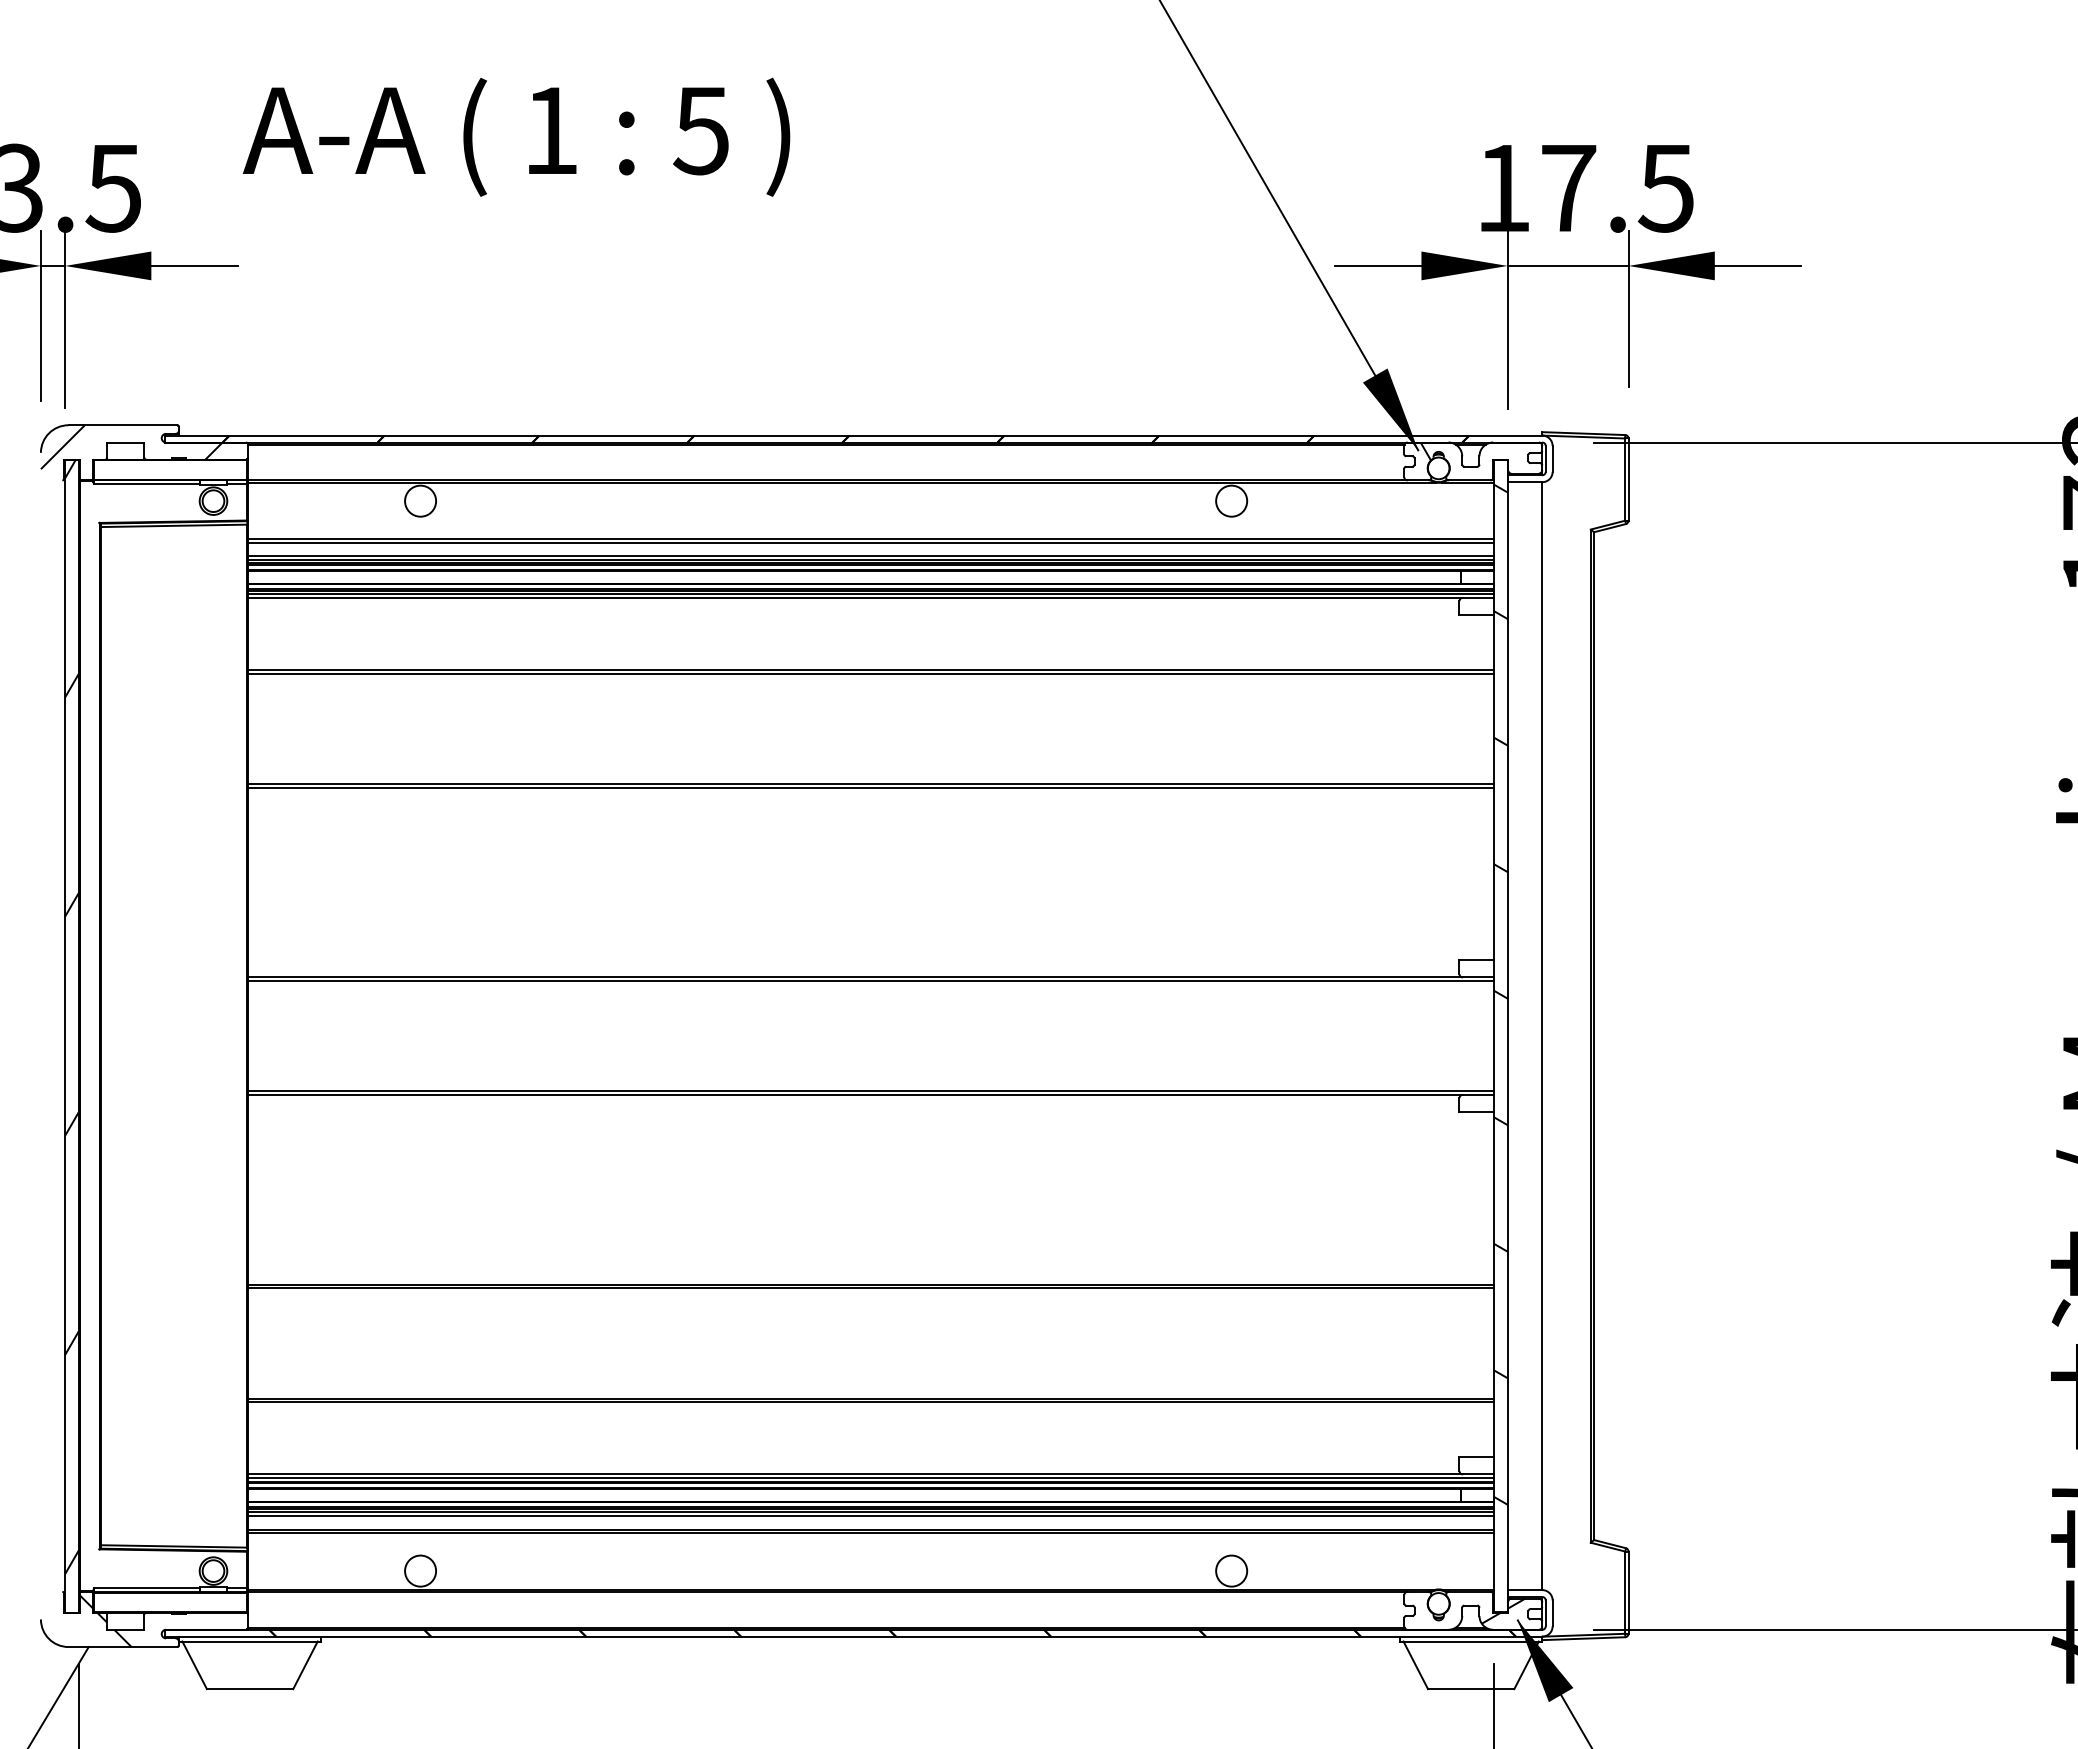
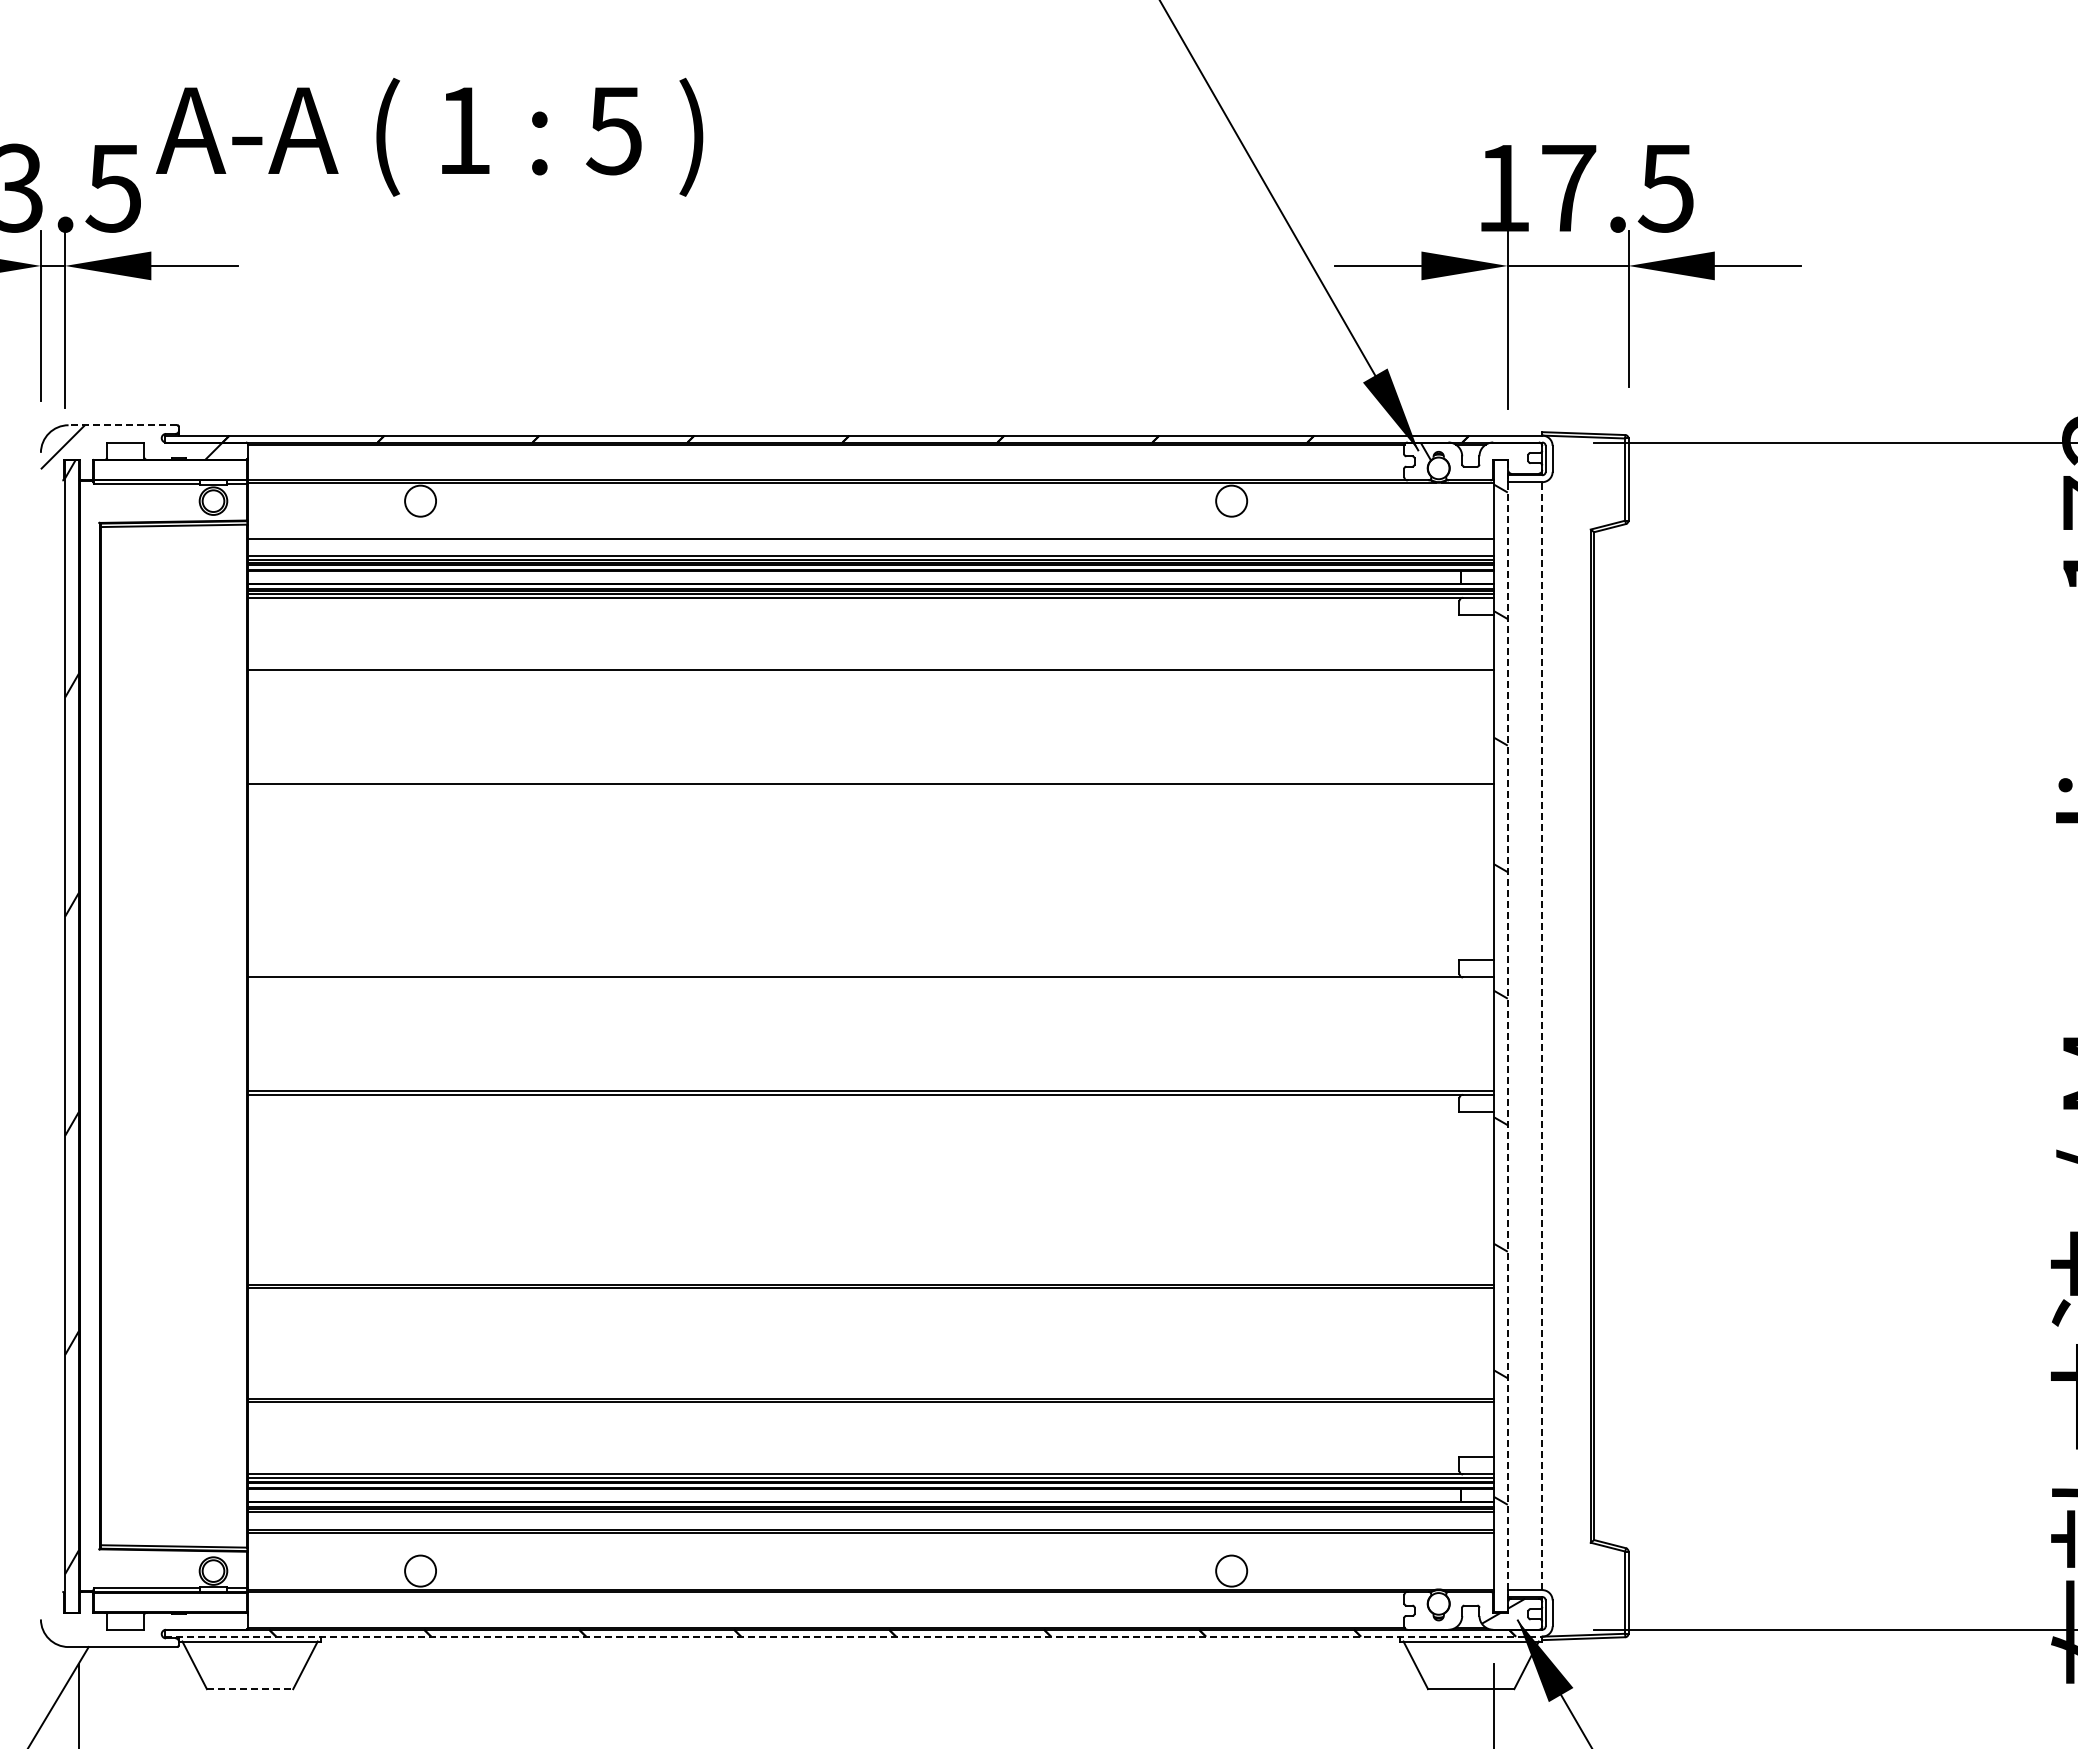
text at (516, 136) position: (516, 136) -> (429, 136)
line at (122, 425): solid -> dashed
line at (870, 542): present -> none
line at (870, 673): present -> none
line at (870, 787): present -> none
line at (870, 980): present -> none
line at (1507, 1036): solid -> dashed
line at (1542, 1036): solid -> dashed
line at (870, 1515): present -> none
hatch at (105, 1621): present -> none
line at (853, 1636): solid -> dashed
line at (250, 1689): solid -> dashed
